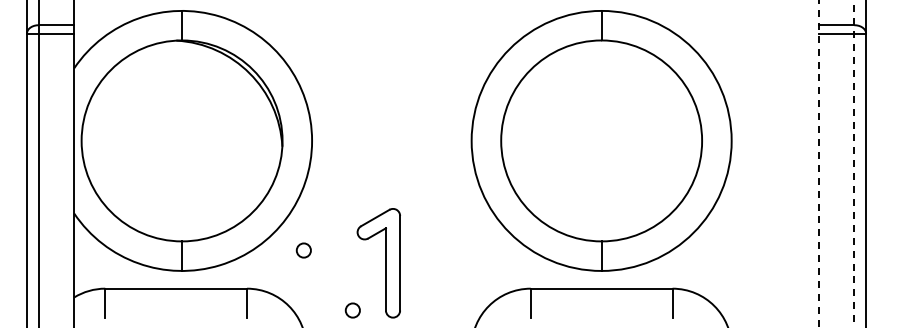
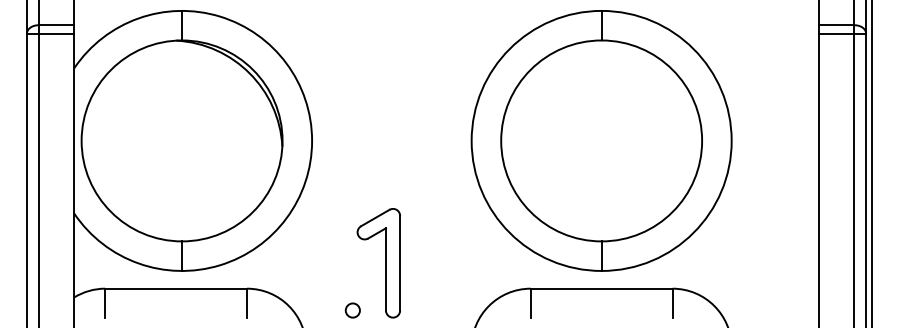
line at (818, 163): dashed -> solid
line at (854, 163): dashed -> solid
line at (872, 163): none -> present
circle at (303, 250): present -> none
